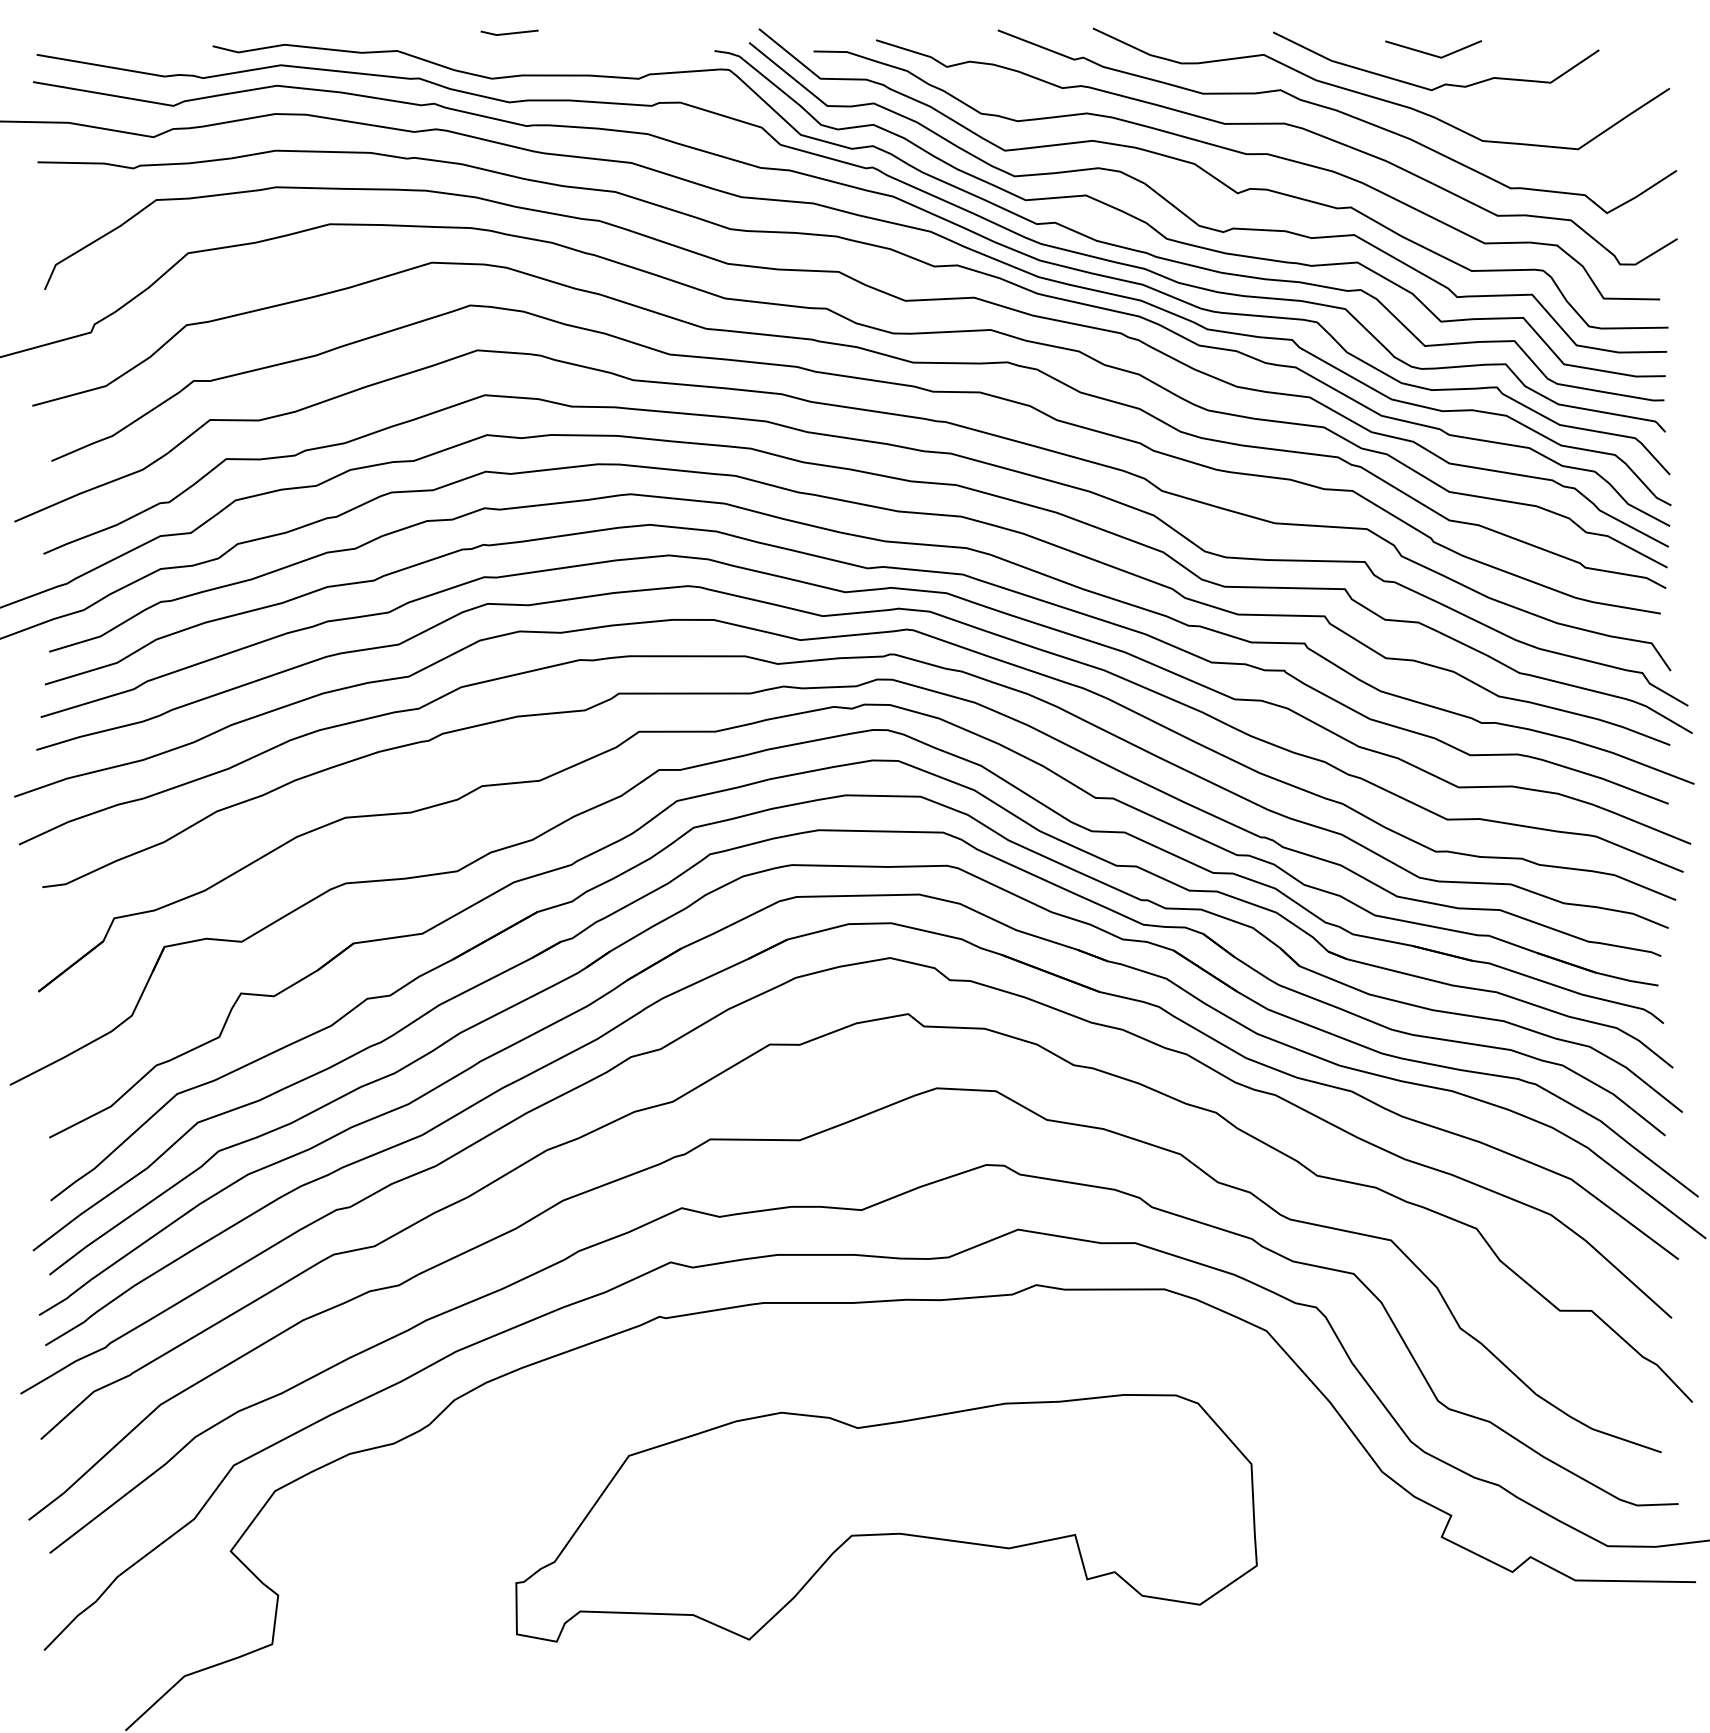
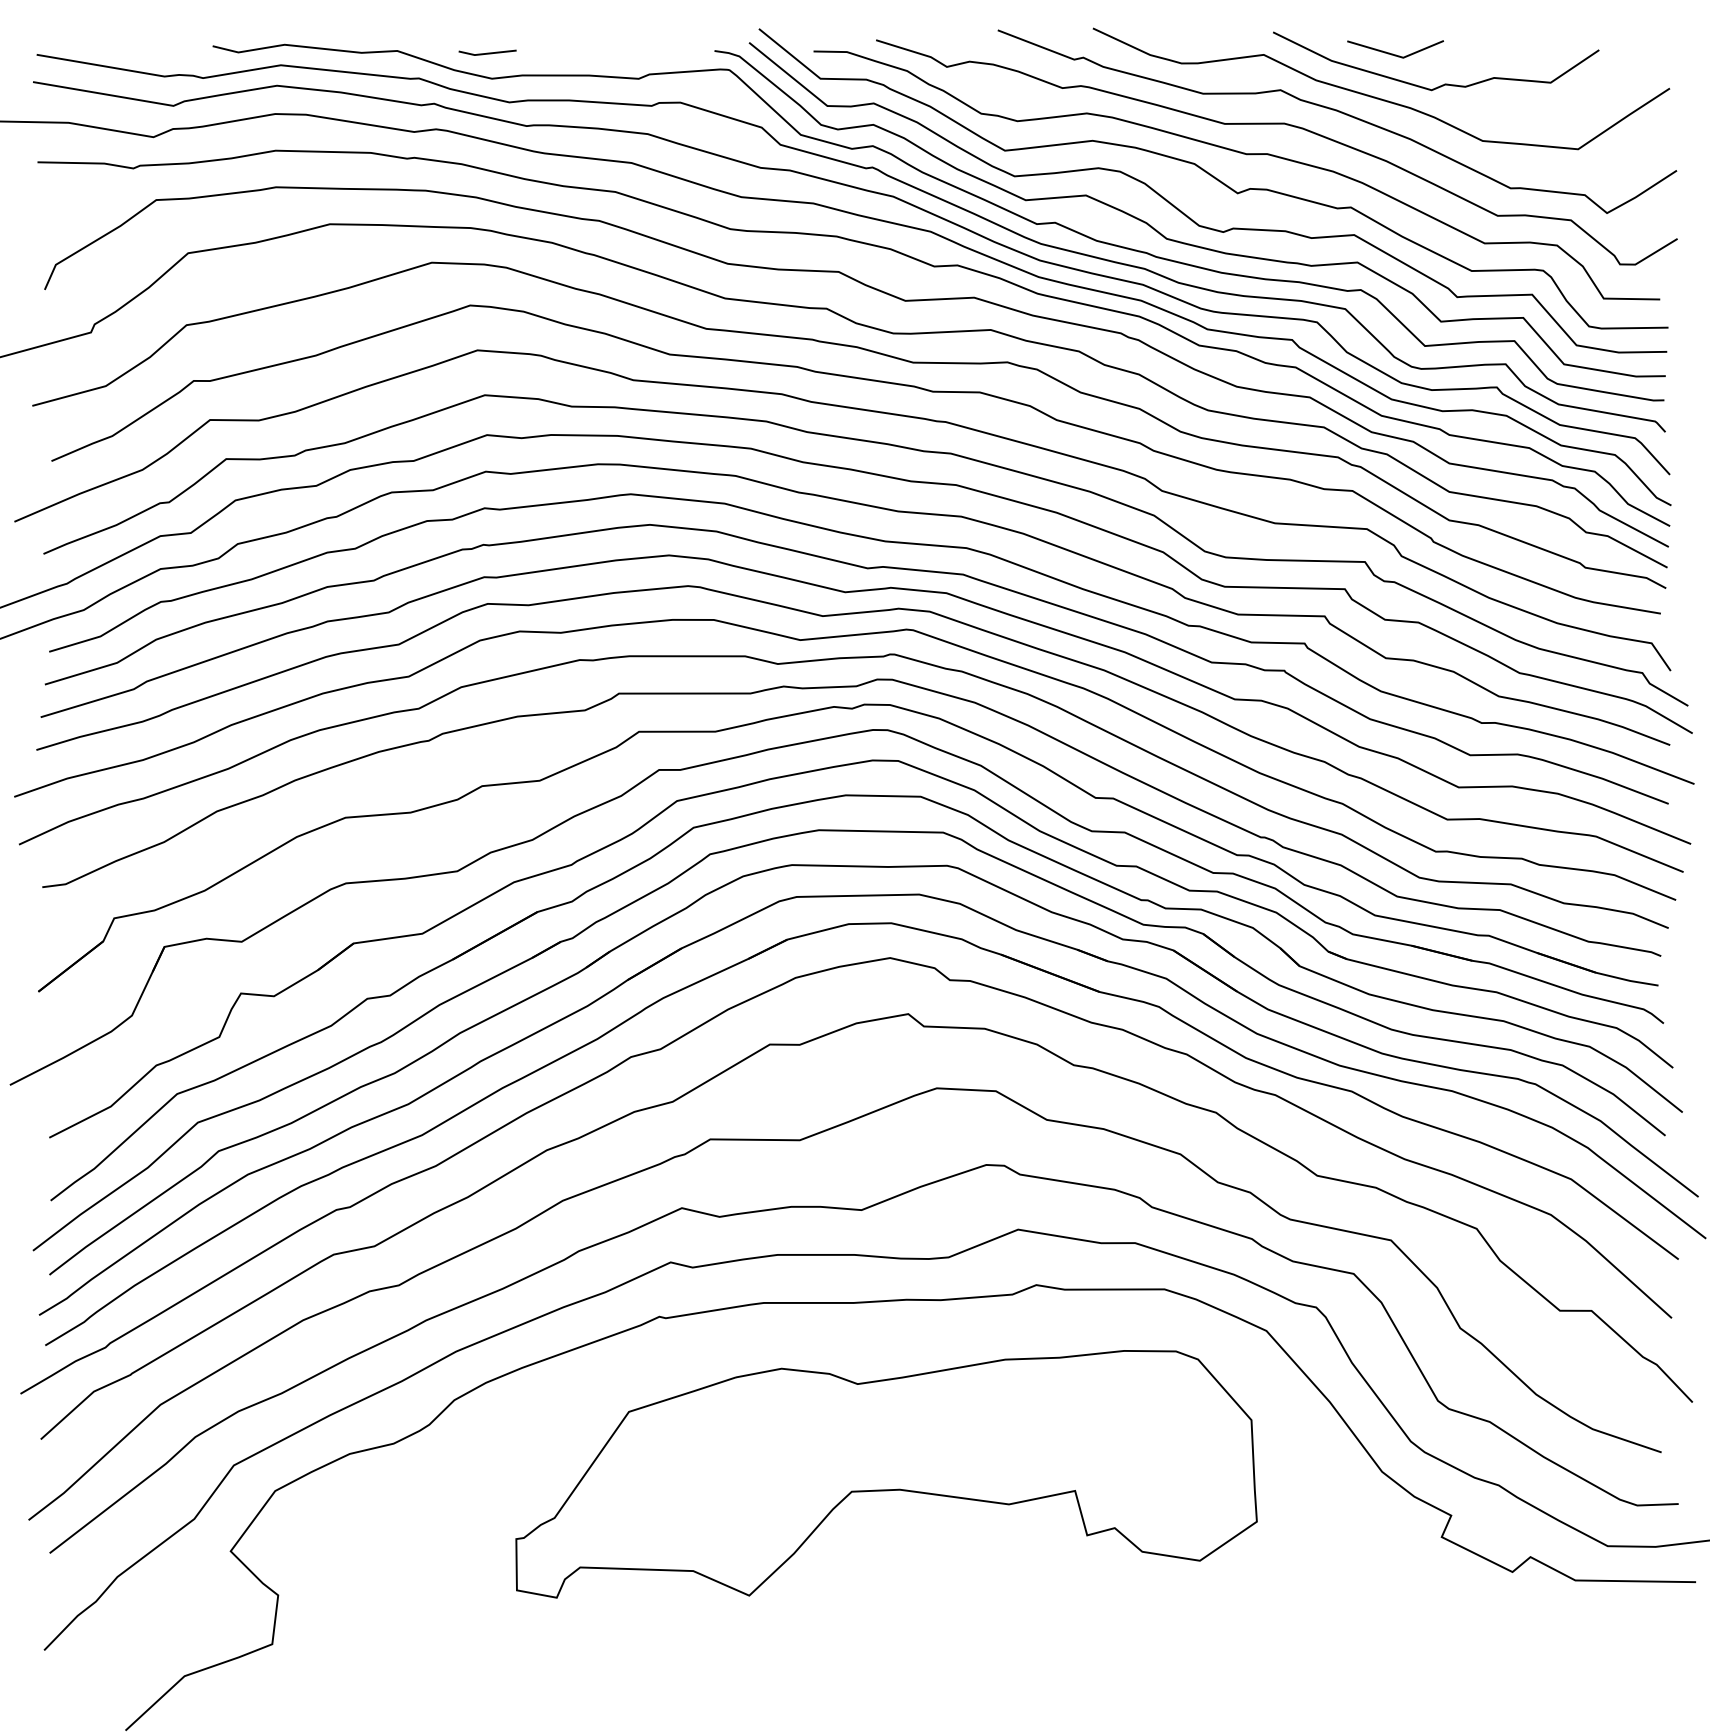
line at (509, 32) position: (509, 32) -> (487, 52)
line at (1431, 53) position: (1431, 53) -> (1393, 53)
part at (886, 1518) position: (886, 1518) -> (886, 1474)
